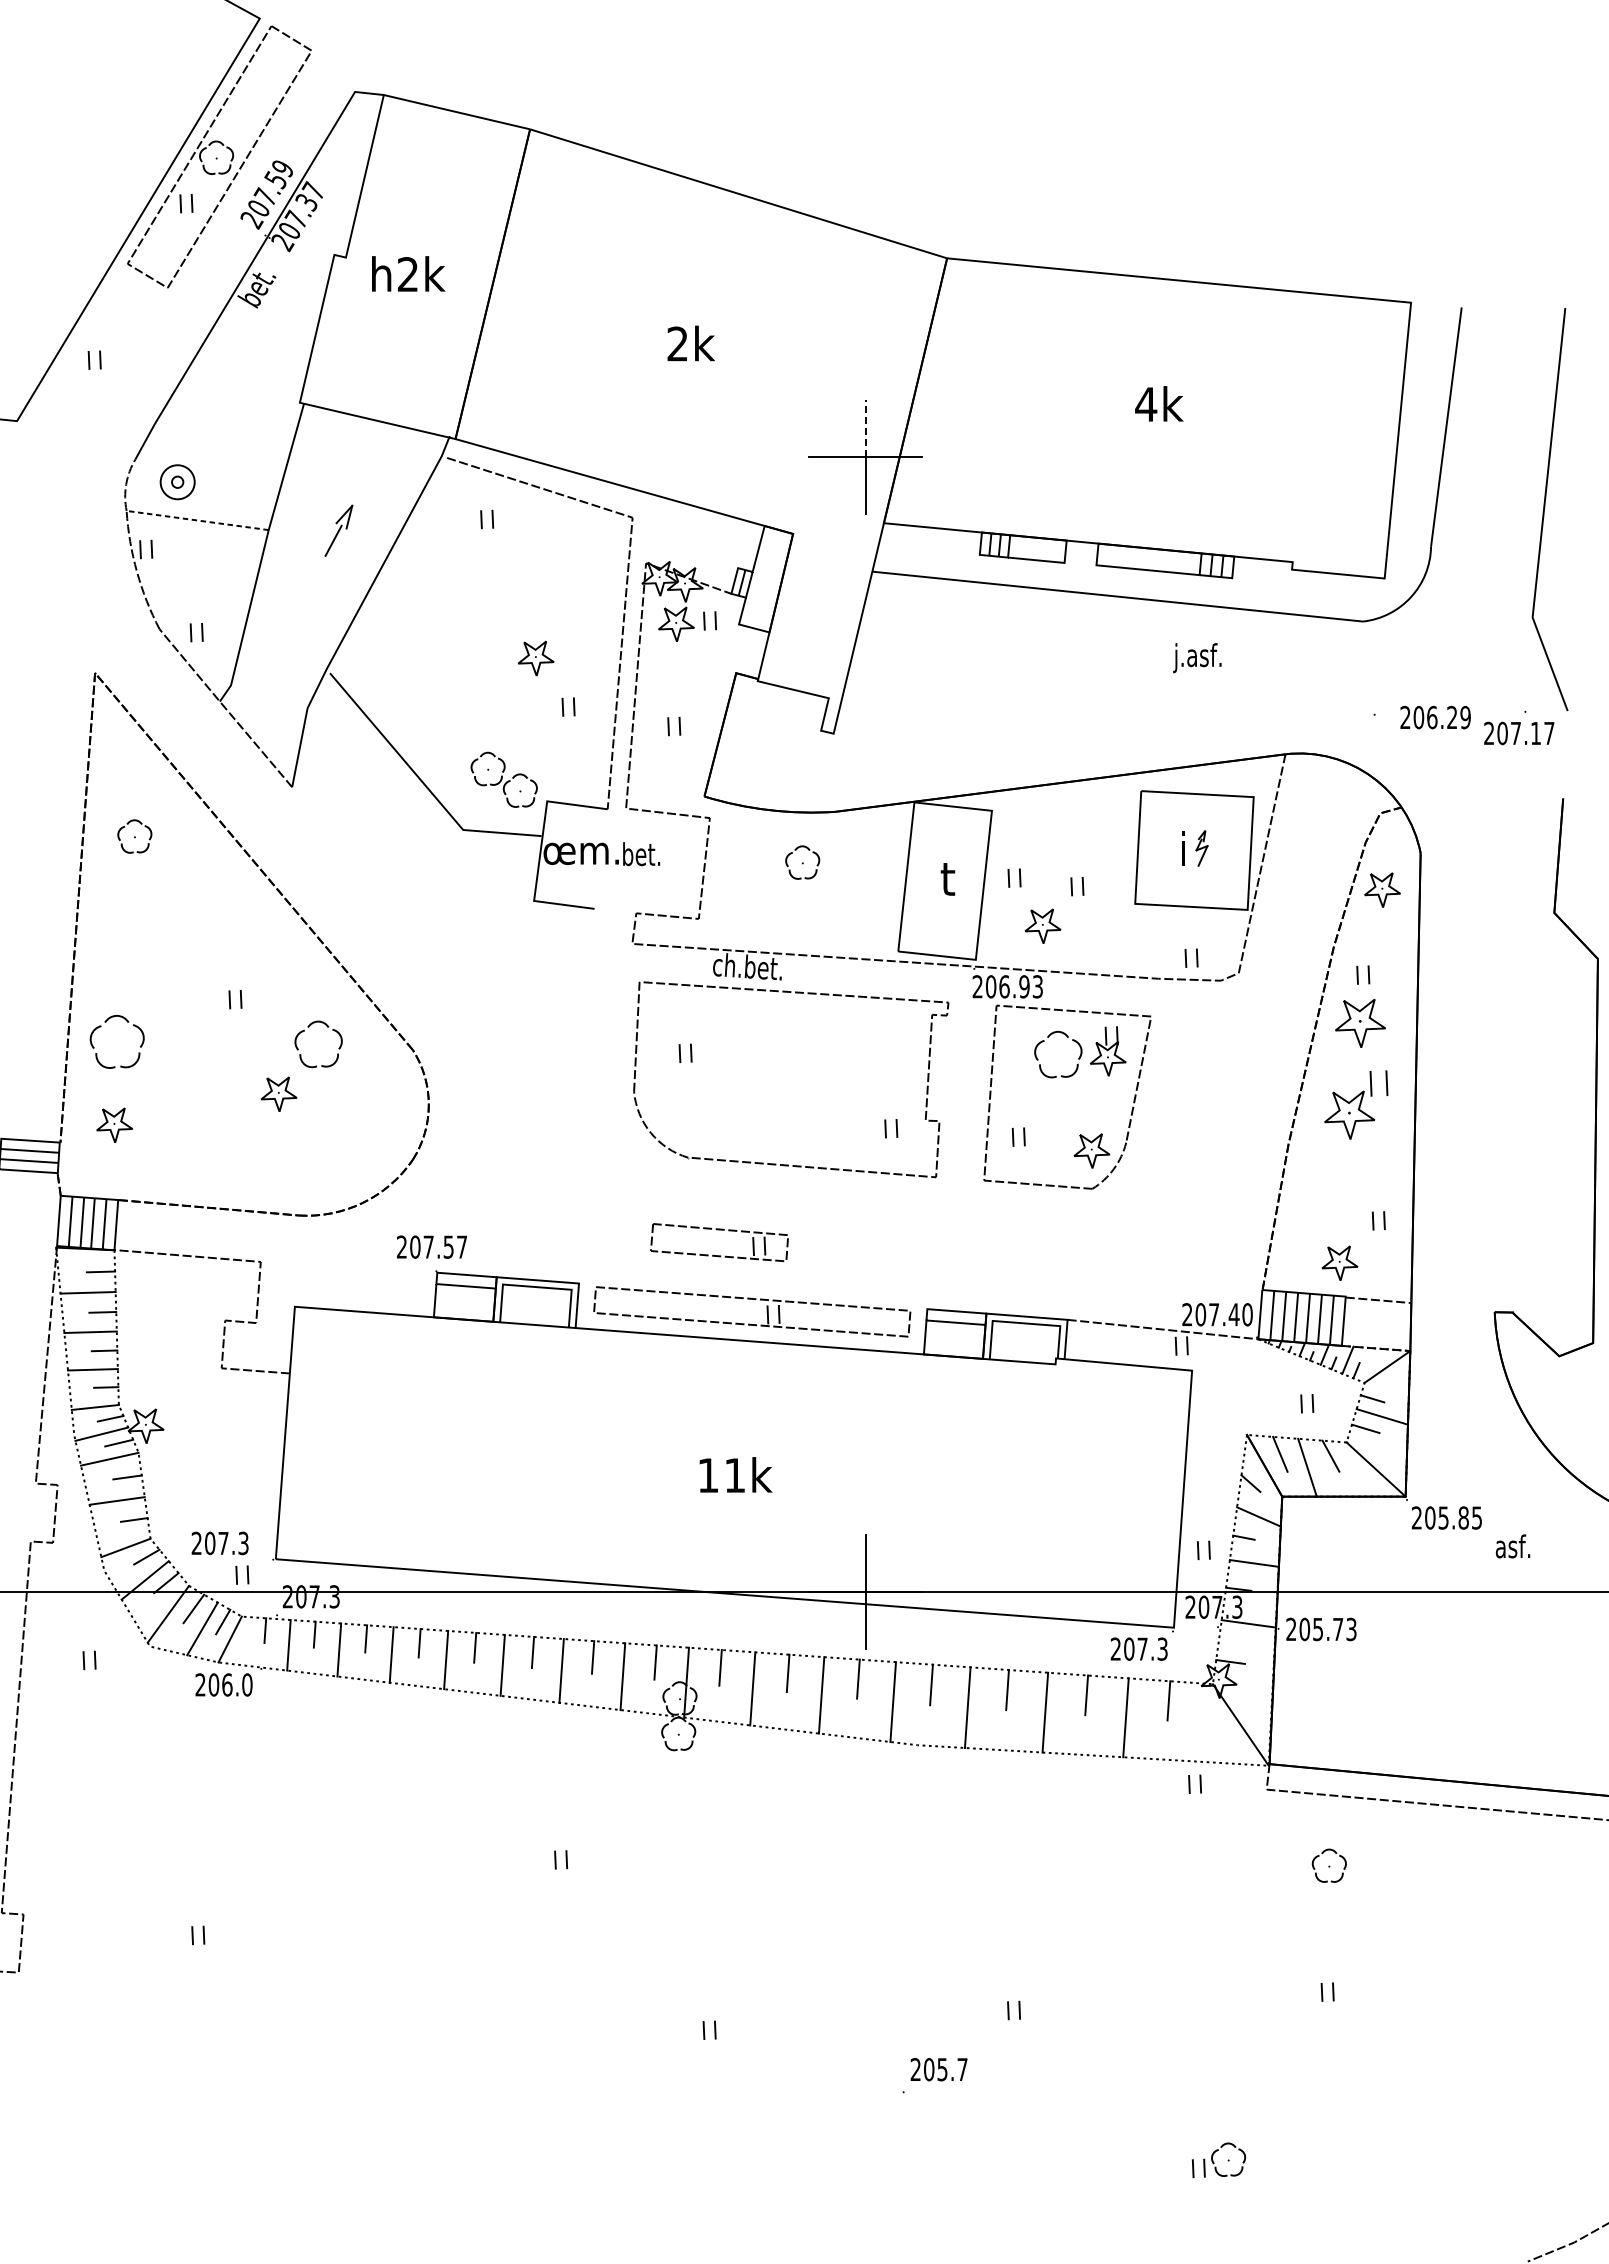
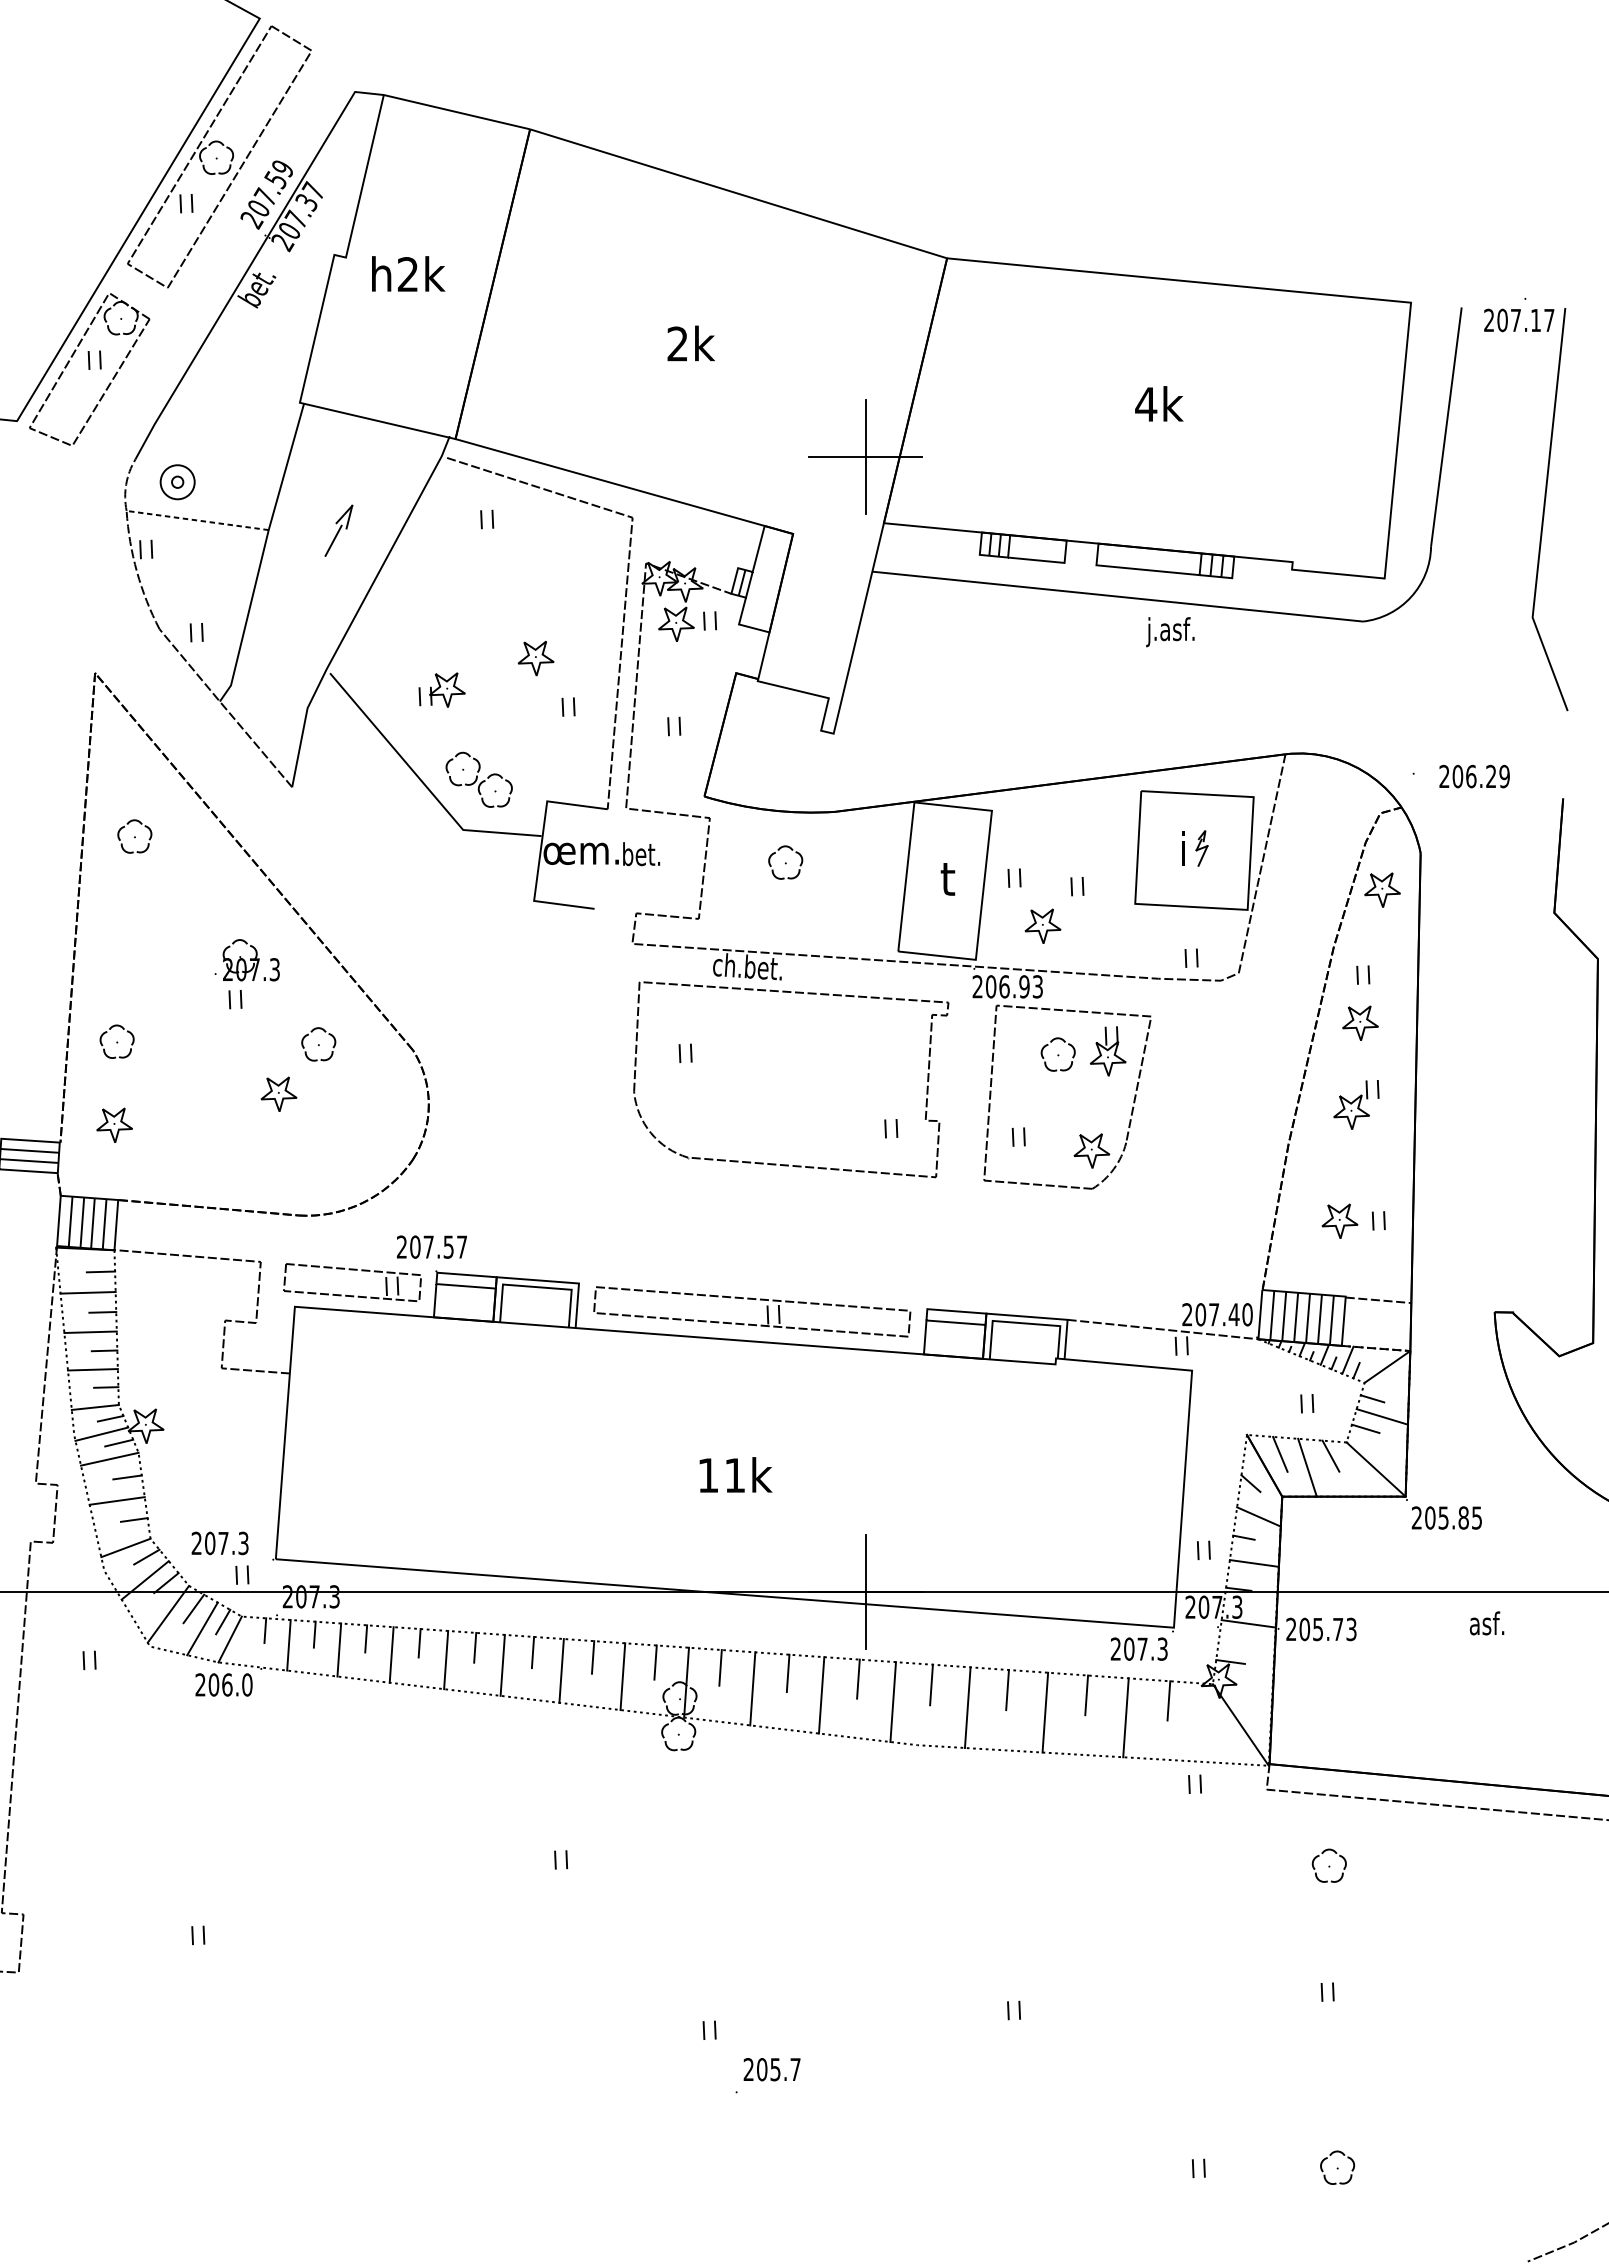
part at (72, 357): none -> present
line at (865, 427): dashed -> solid
text at (1197, 658) position: (1197, 658) -> (1170, 632)
part at (441, 689): none -> present
text at (1421, 717) position: (1421, 717) -> (1460, 776)
text at (1519, 728) position: (1519, 728) -> (1519, 315)
part at (503, 779) position: (503, 779) -> (478, 779)
part at (802, 862) position: (802, 862) -> (785, 862)
part at (246, 960): none -> present
part at (1360, 1022) size: 51x50 px -> 37x36 px
part at (116, 1041) size: 56x54 px -> 36x35 px
part at (318, 1044) size: 49x49 px -> 36x35 px
part at (1058, 1054) size: 49x48 px -> 36x35 px
part at (1356, 1104) size: 65x70 px -> 47x50 px
part at (719, 1230) position: (719, 1230) -> (352, 1270)
part at (1339, 1262) position: (1339, 1262) -> (1339, 1220)
text at (1512, 1546) position: (1512, 1546) -> (1486, 1623)
text at (934, 2075) position: (934, 2075) -> (767, 2075)
part at (1228, 2159) position: (1228, 2159) -> (1337, 2167)
